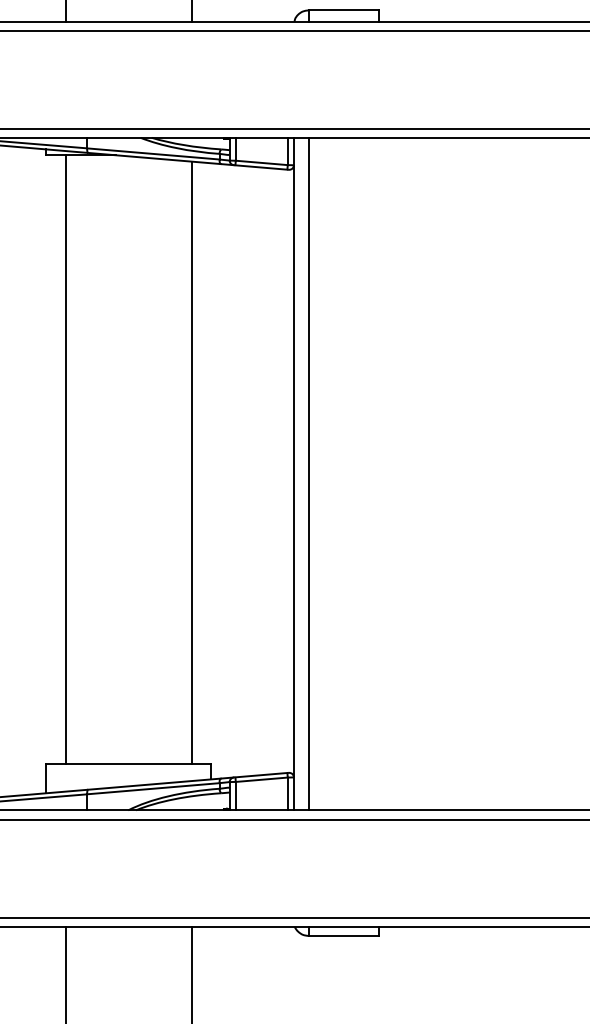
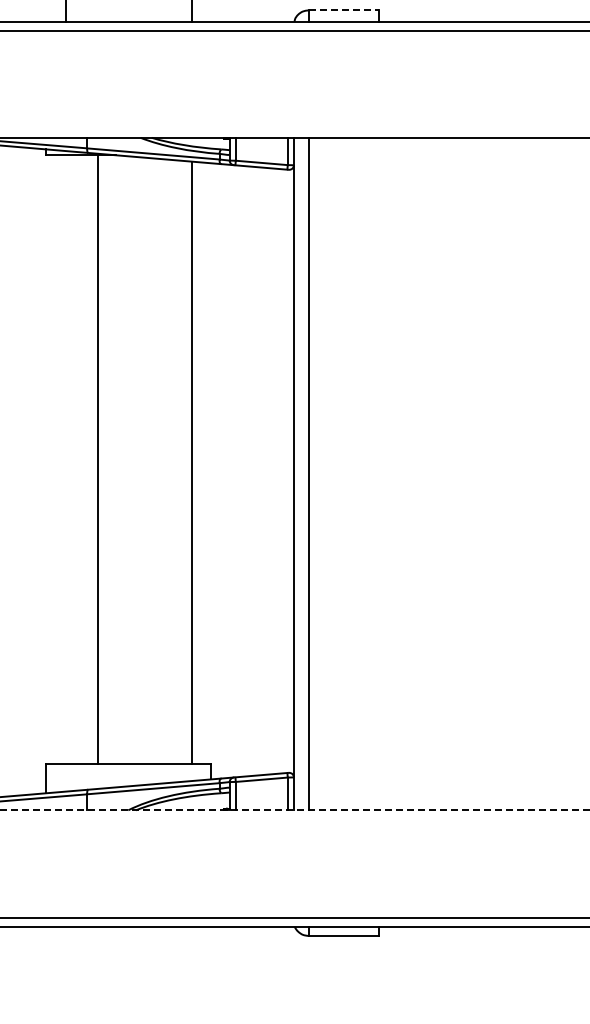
line at (344, 10): solid -> dashed
line at (294, 128): present -> none
line at (65, 459) position: (65, 459) -> (97, 459)
line at (295, 810): solid -> dashed
line at (294, 819): present -> none
line at (65, 973): present -> none
line at (191, 973): present -> none
